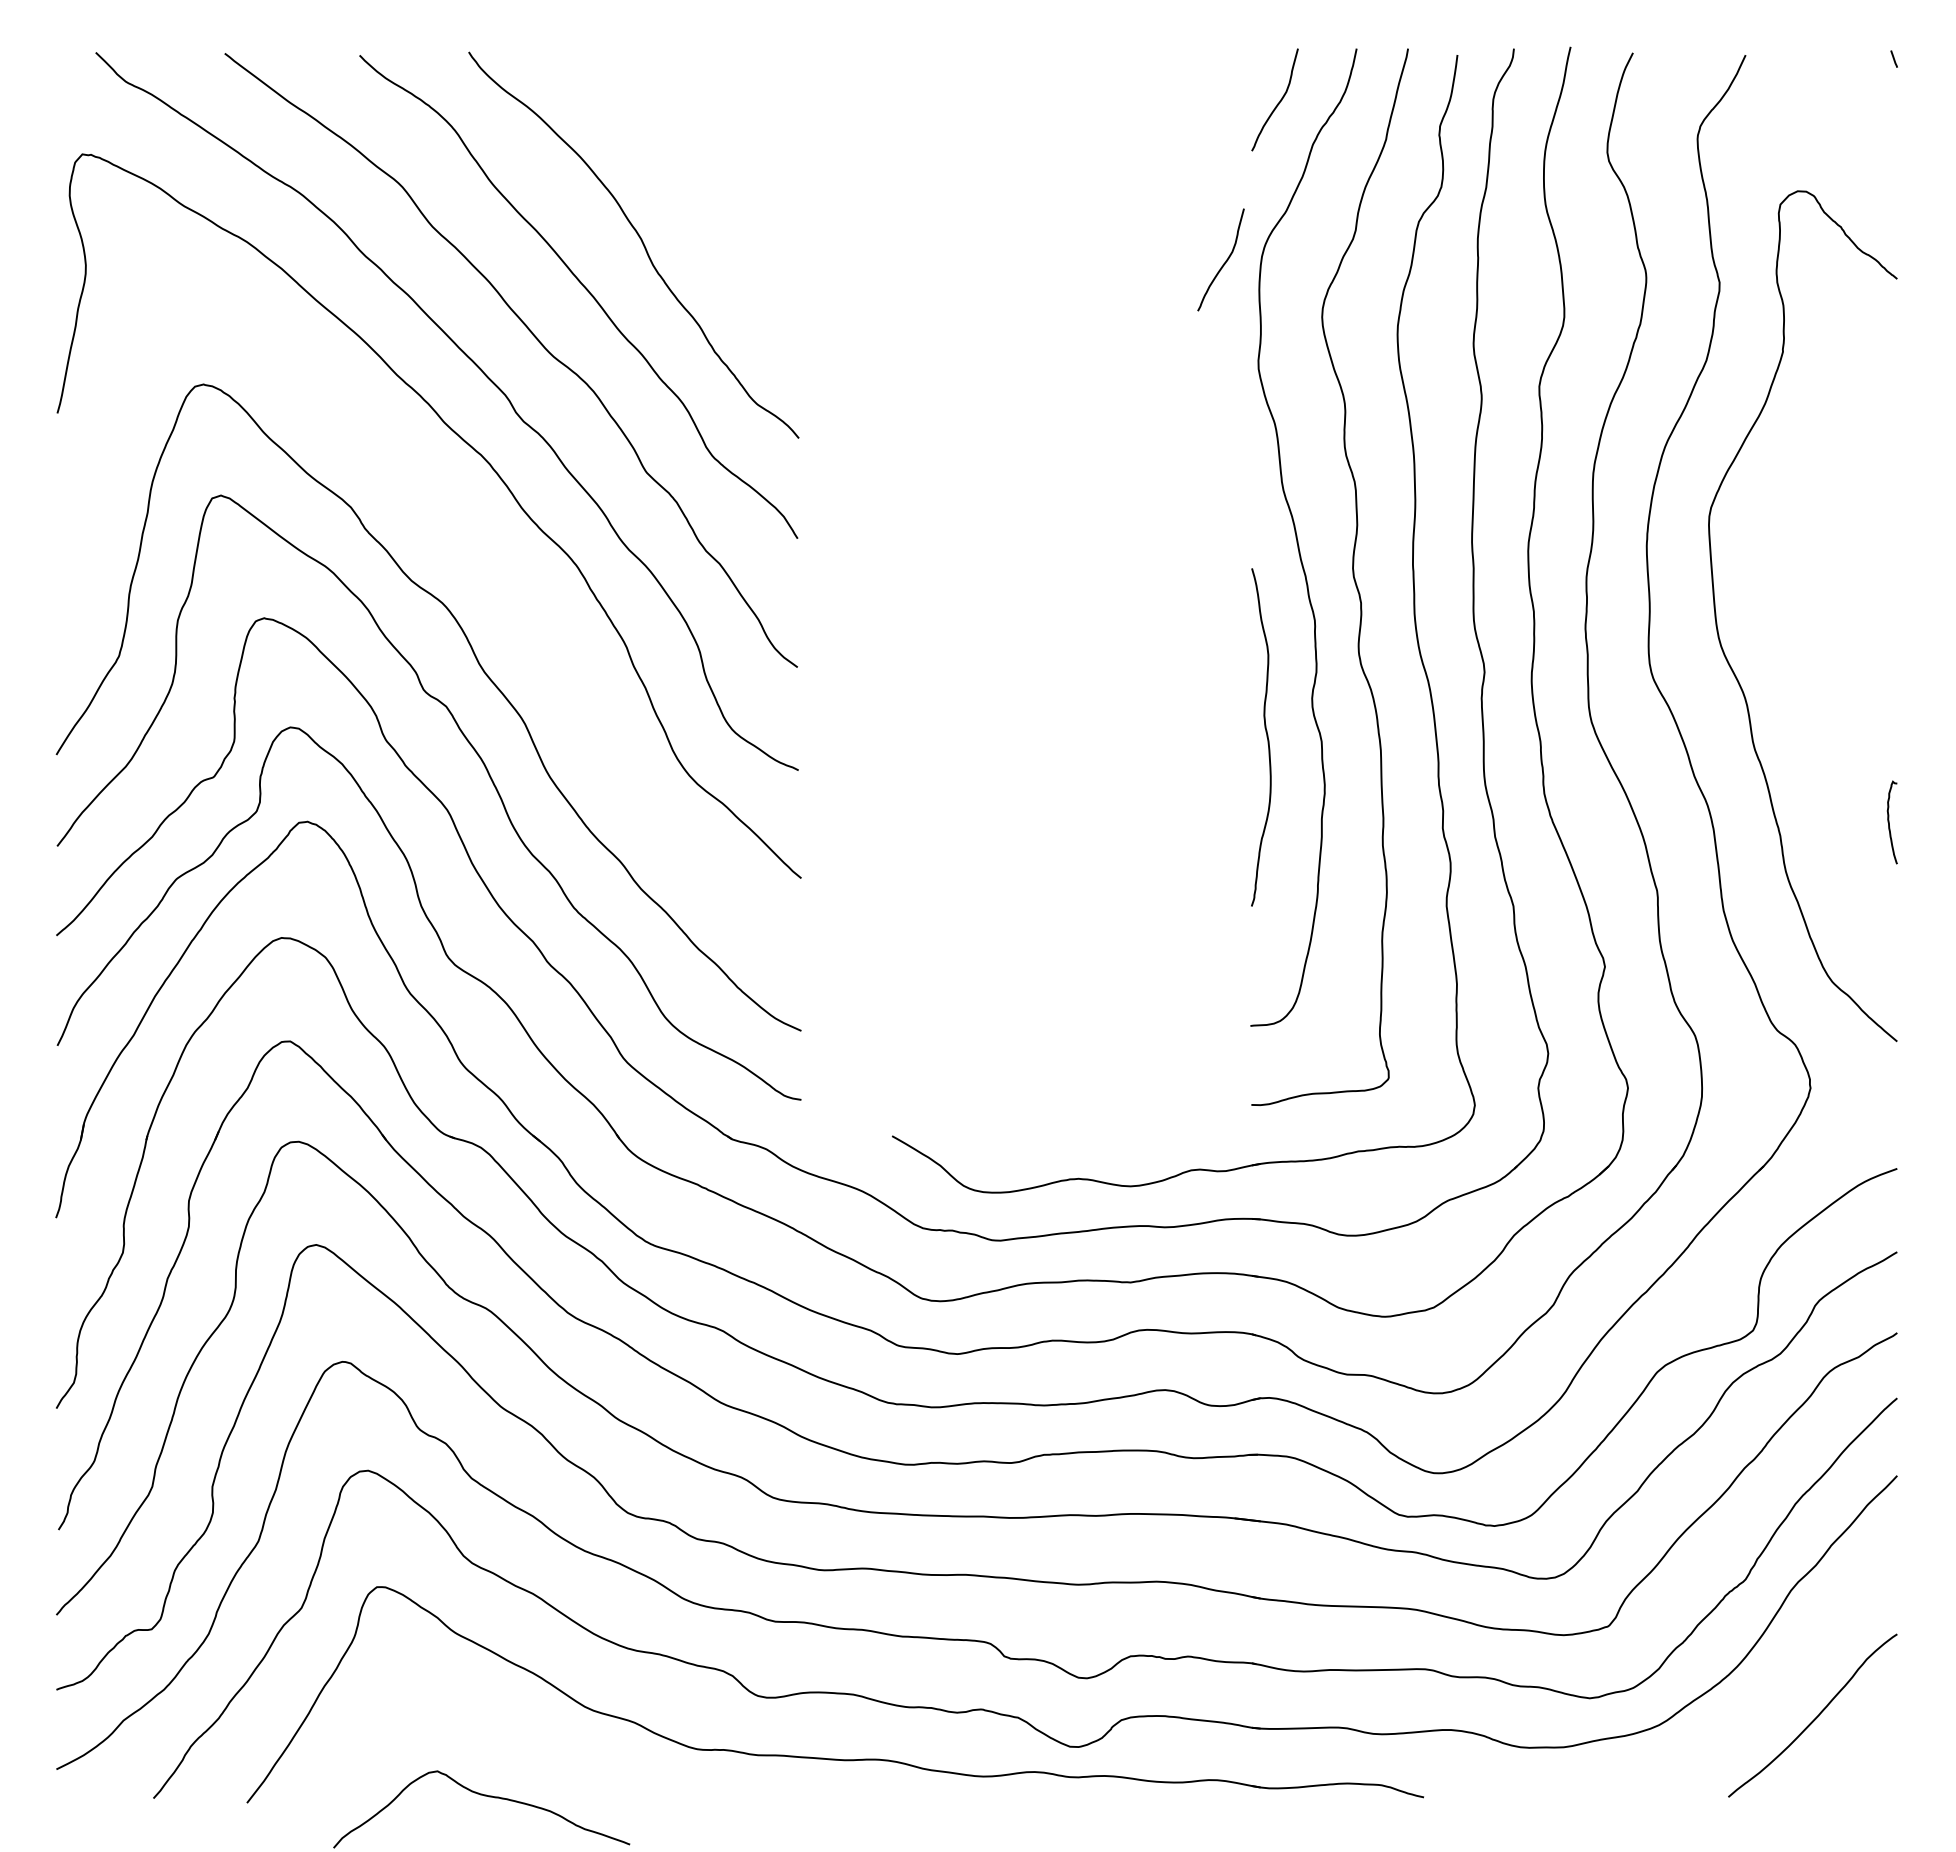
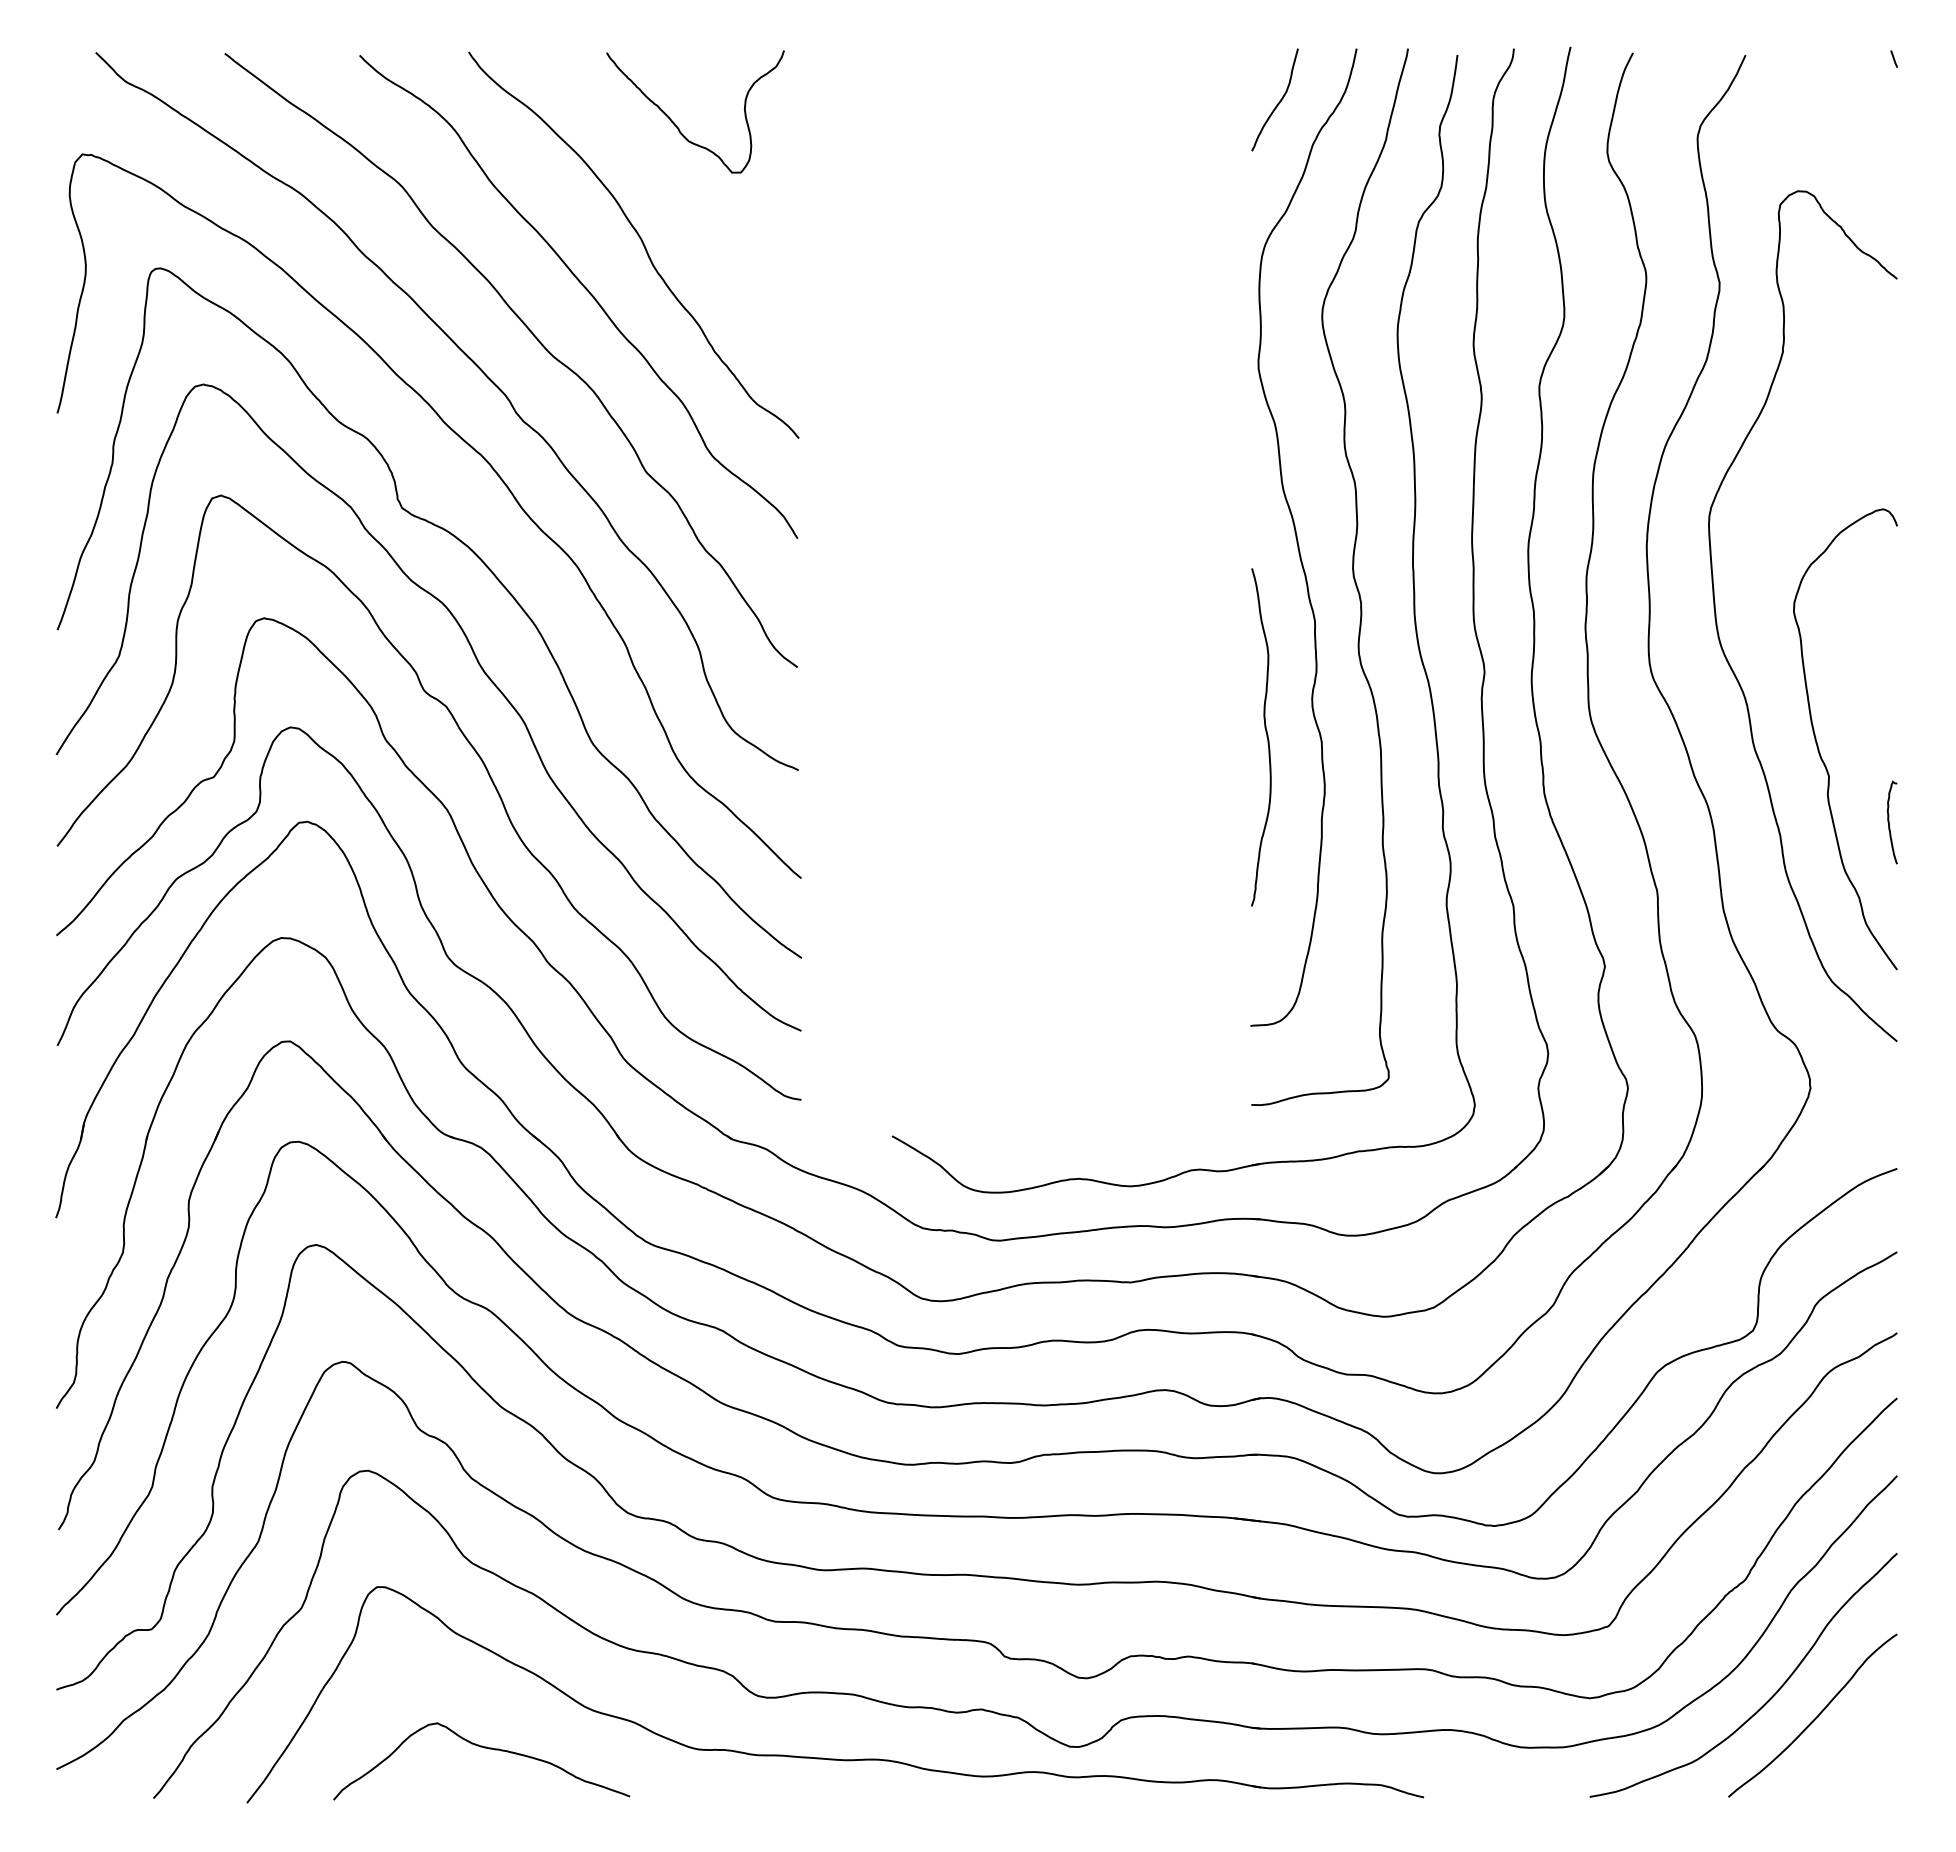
curve at (675, 123): none -> present
curve at (1224, 262): present -> none
curve at (484, 565): none -> present
curve at (1818, 745): none -> present
curve at (1768, 1699): none -> present
curve at (484, 1796) position: (484, 1796) -> (484, 1748)
